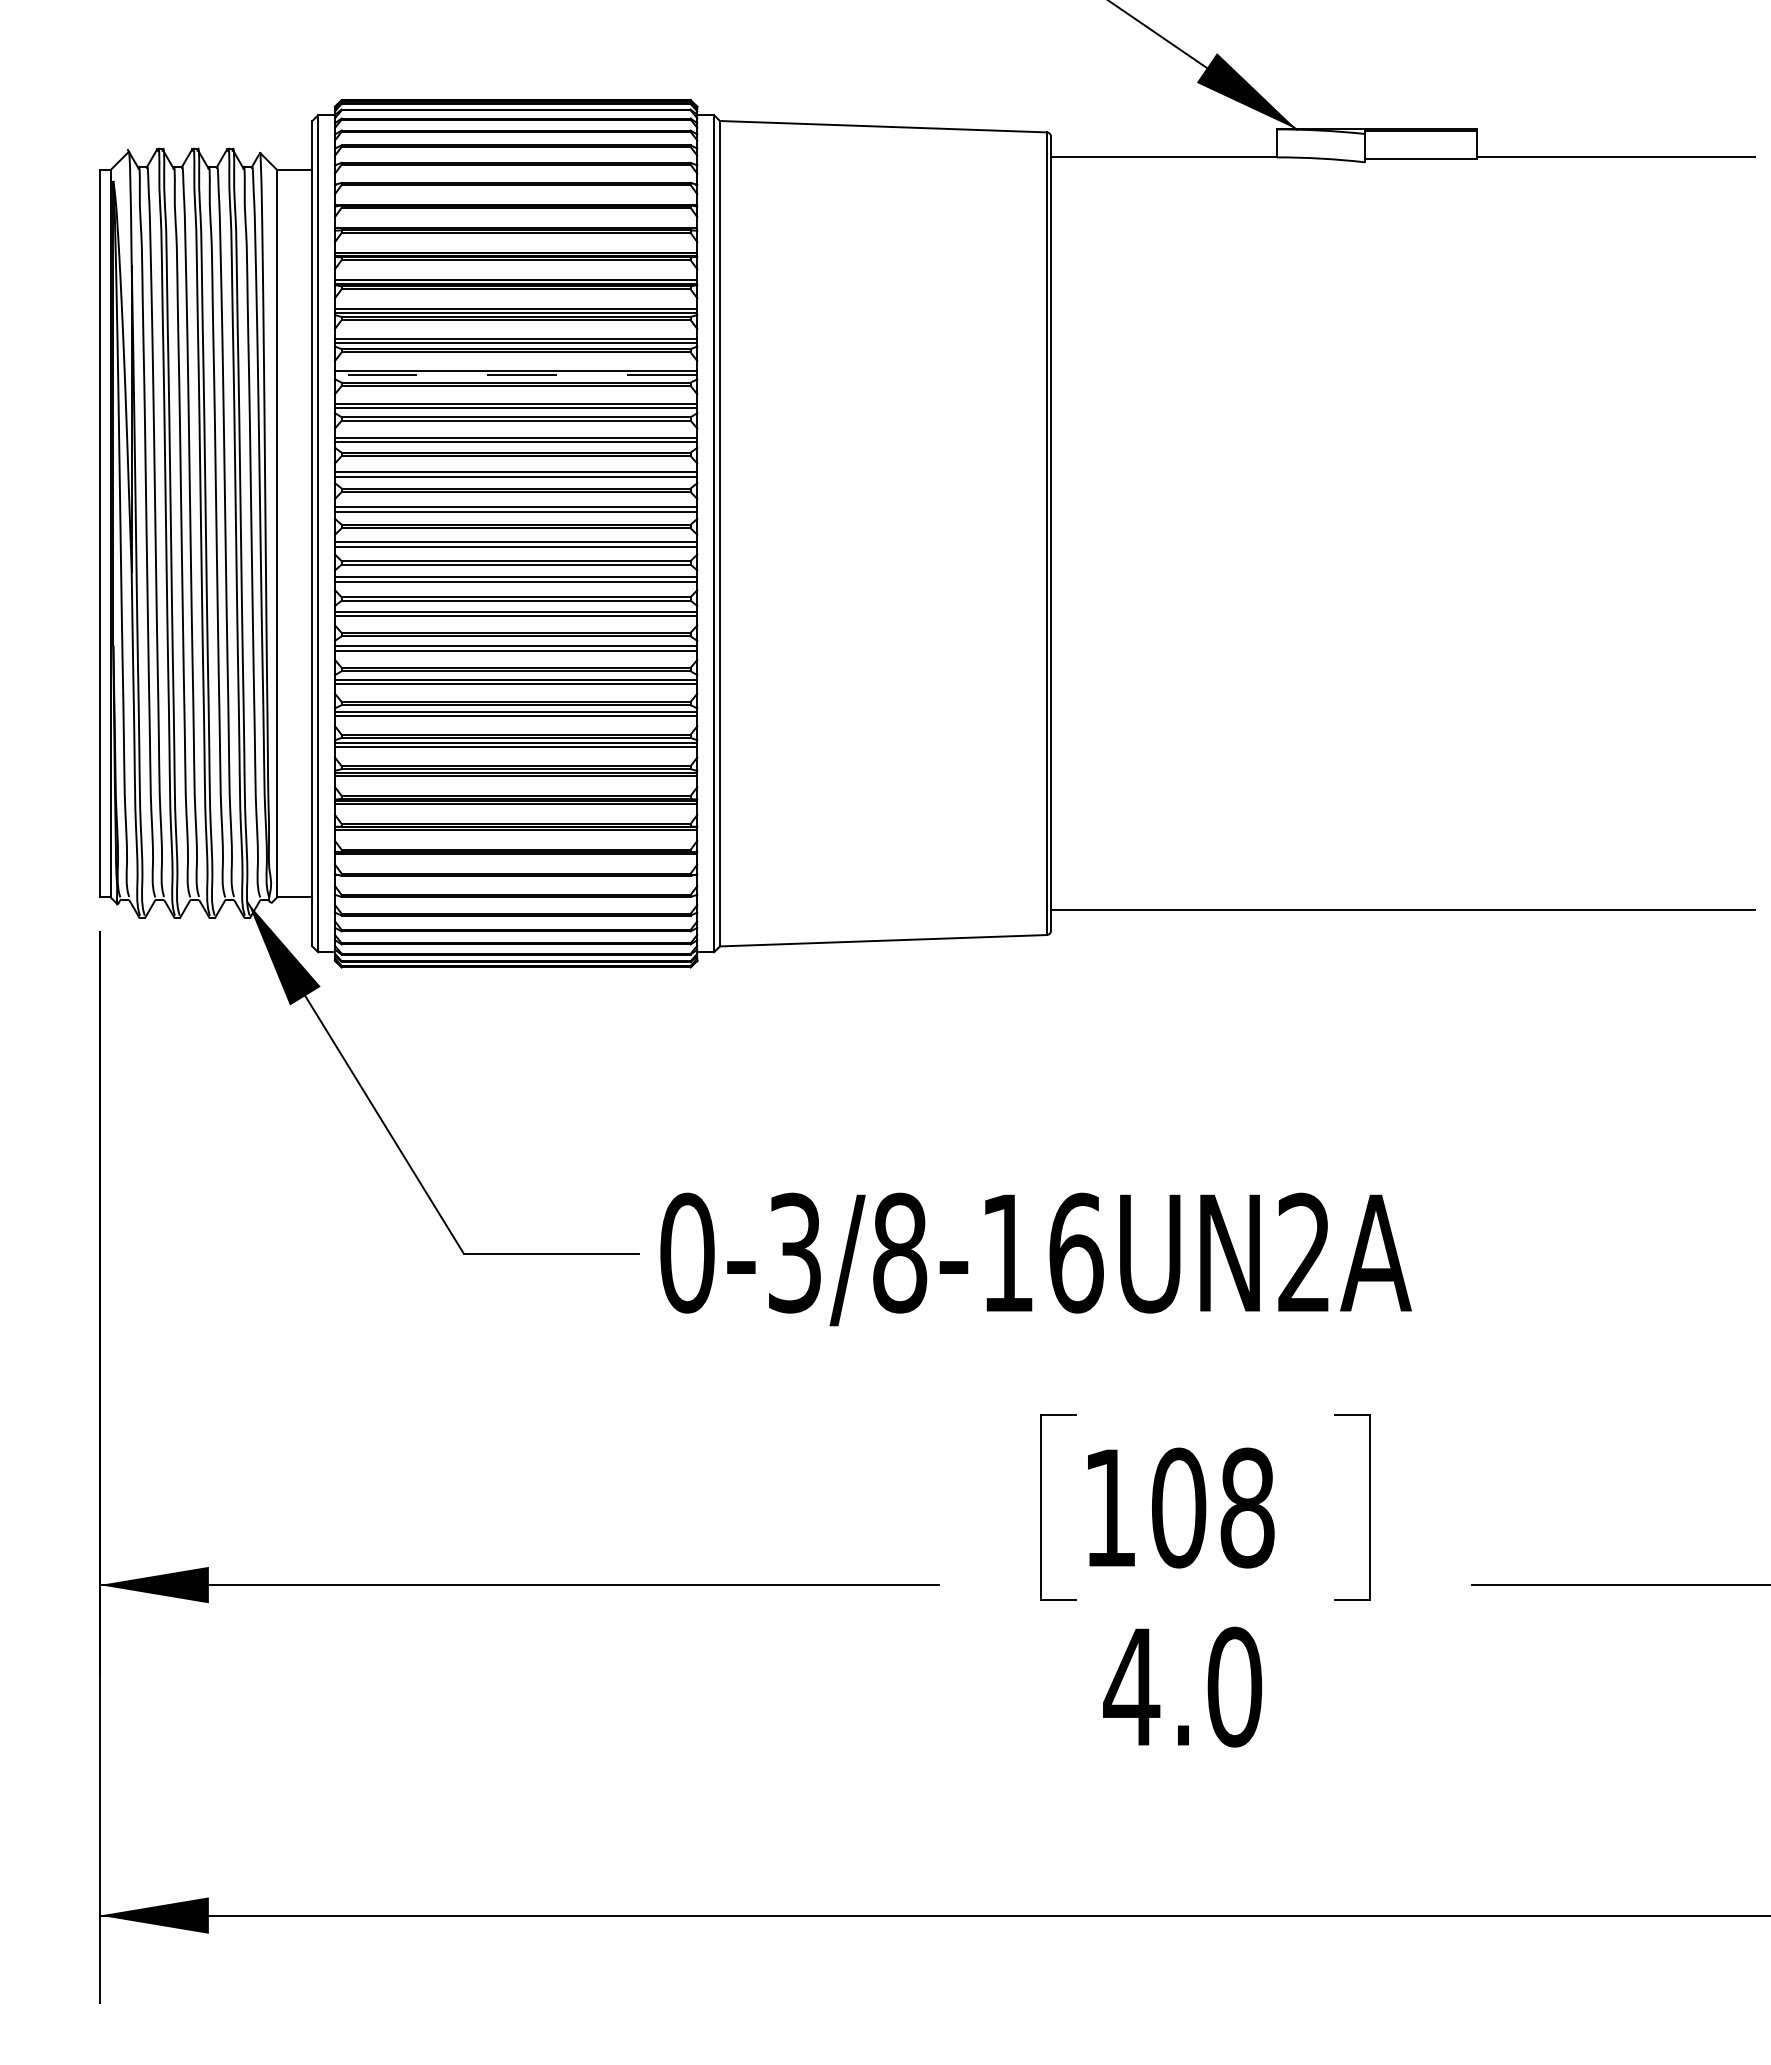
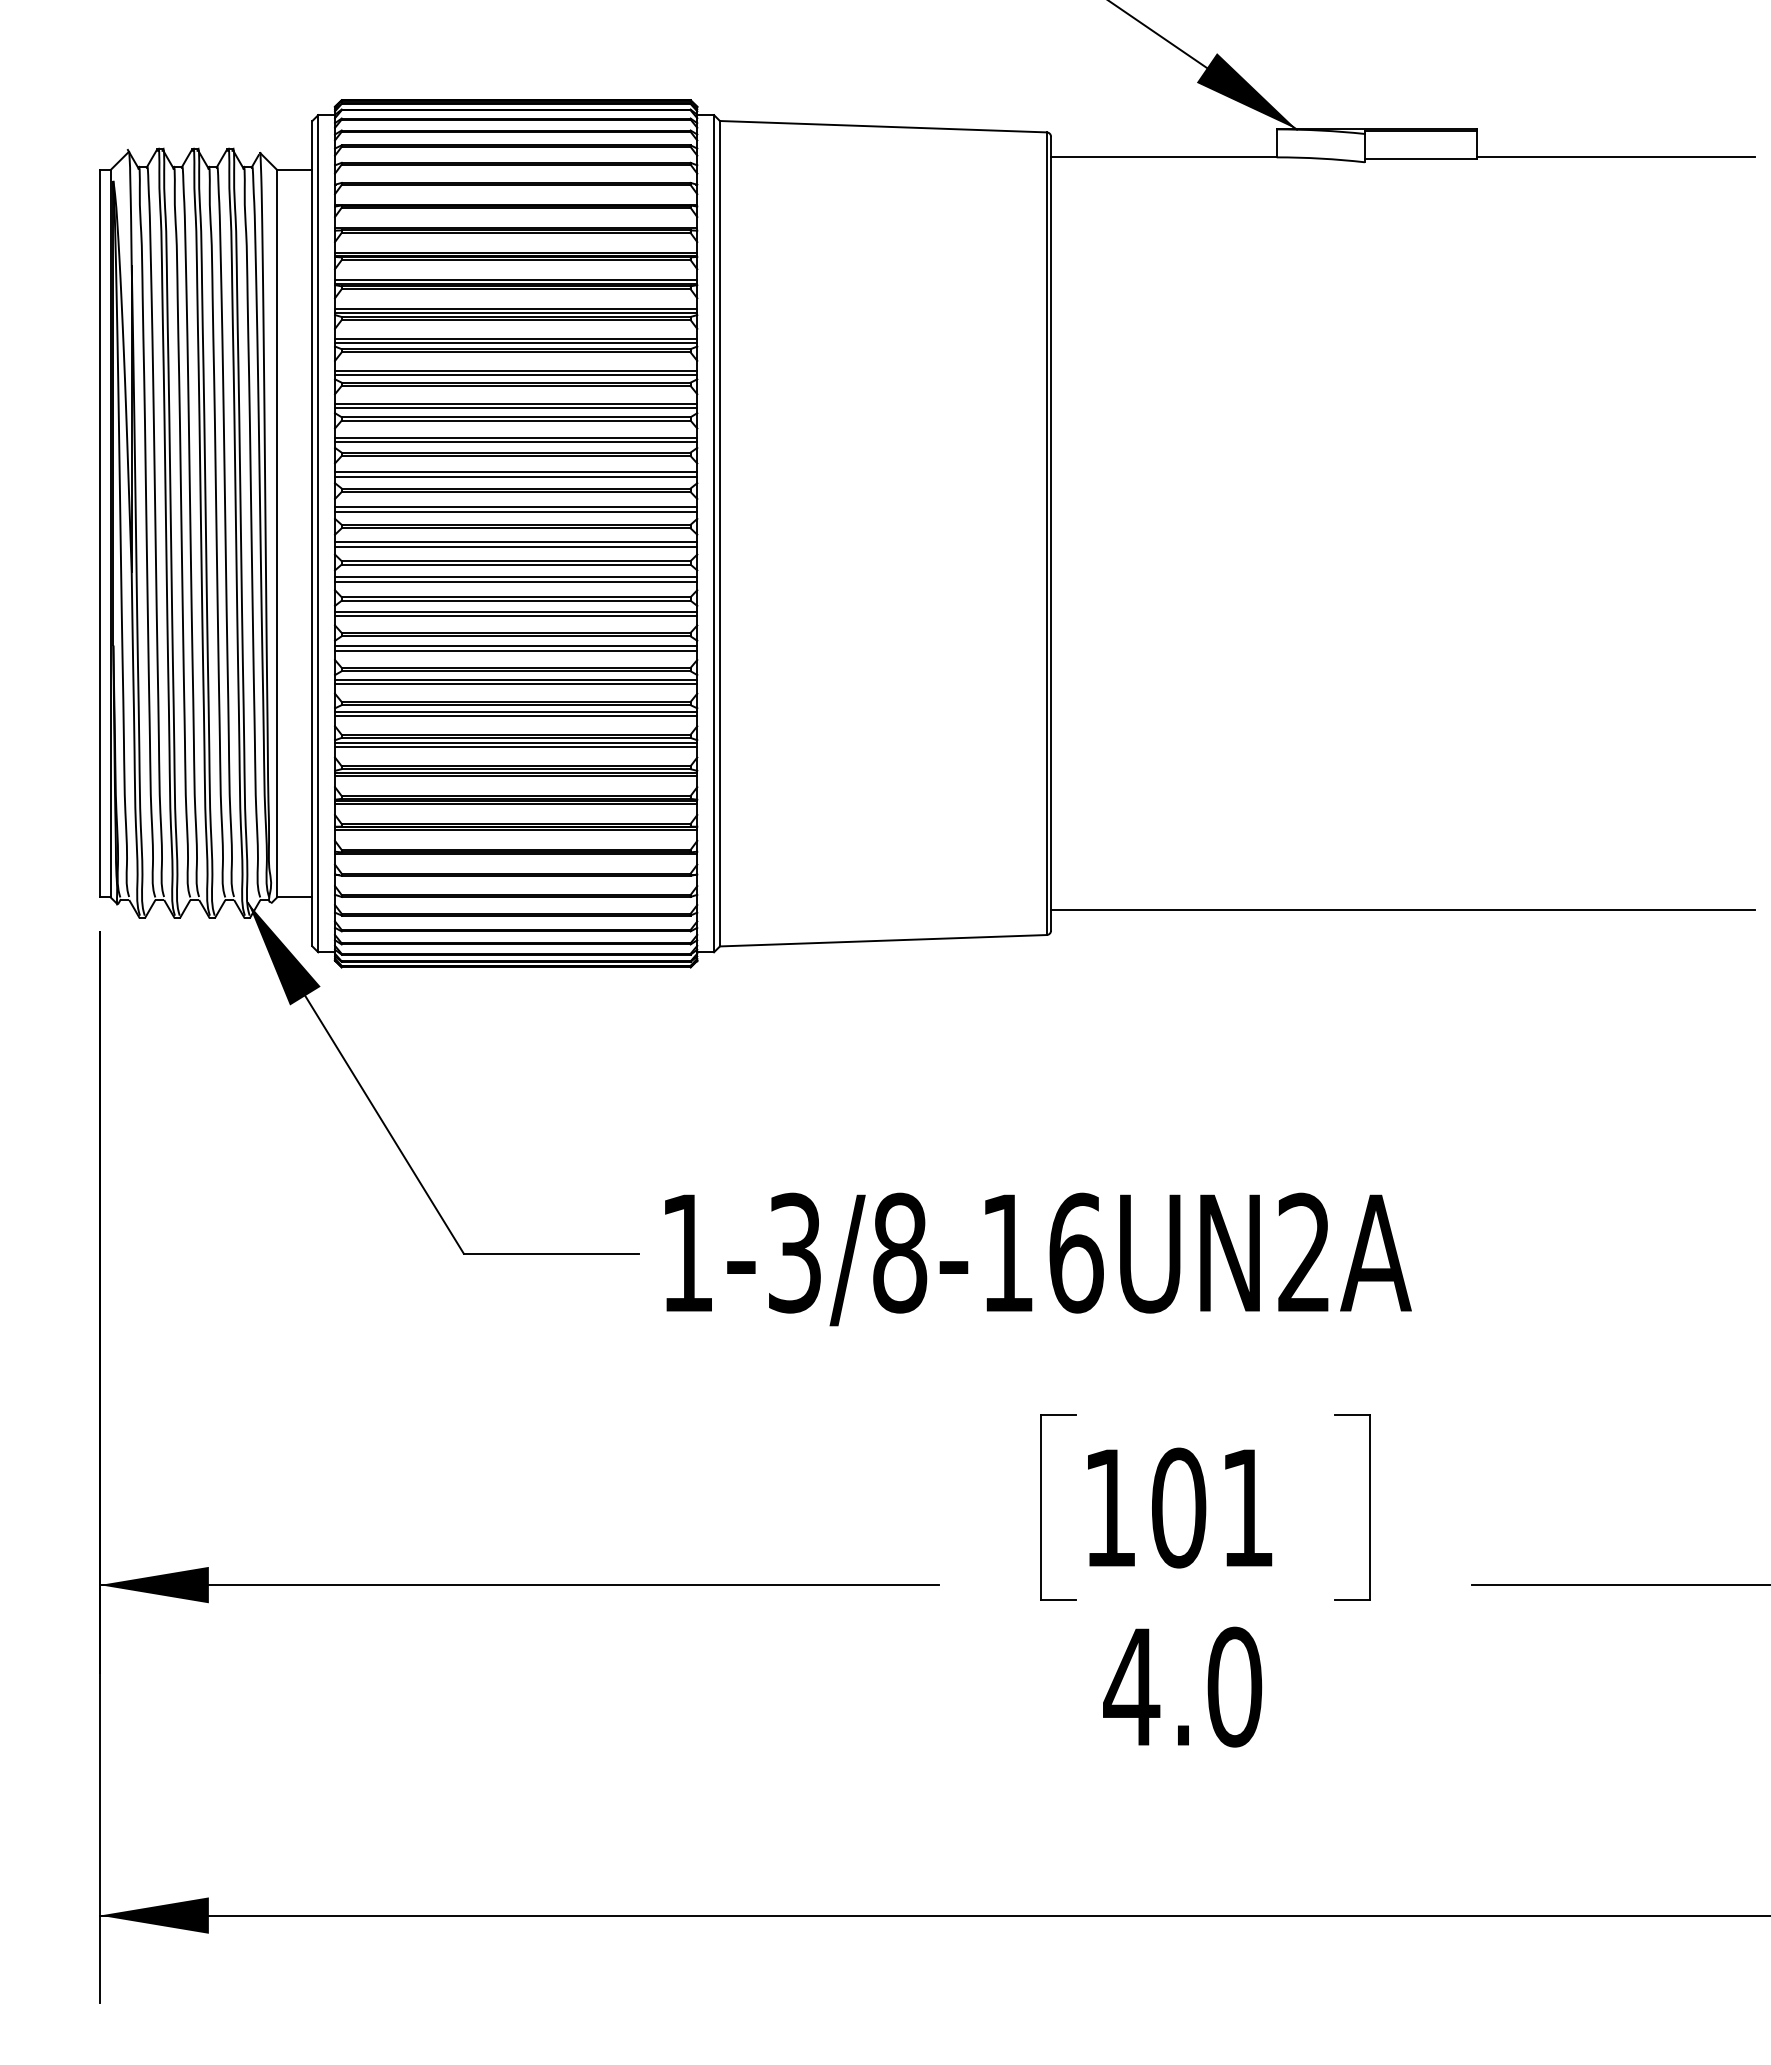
line at (515, 375): dashed -> solid
text at (687, 1252): 0-3/8-16UN2A -> 1-3/8-16UN2A
text at (1247, 1507): 108 -> 101
